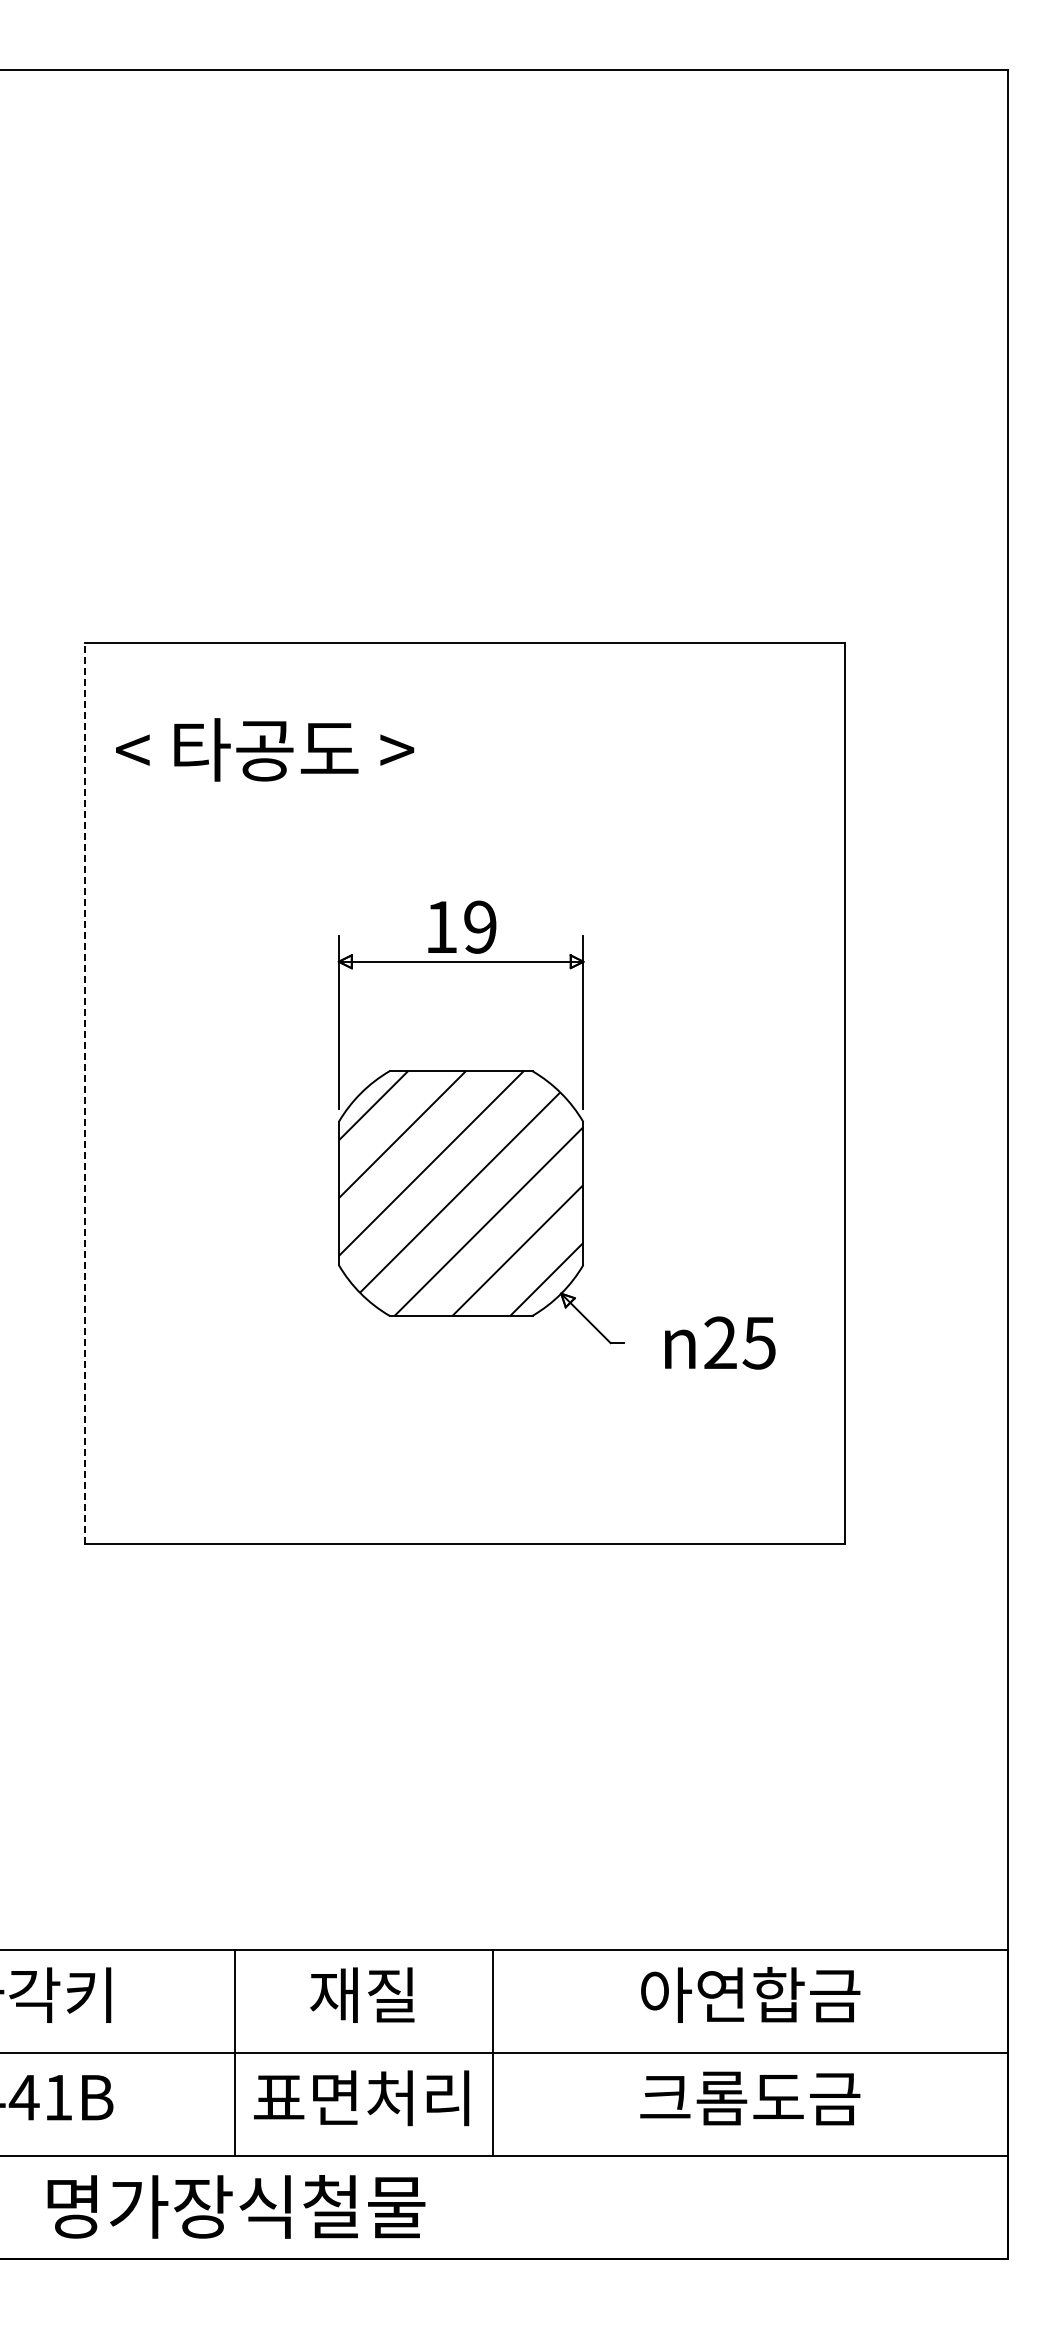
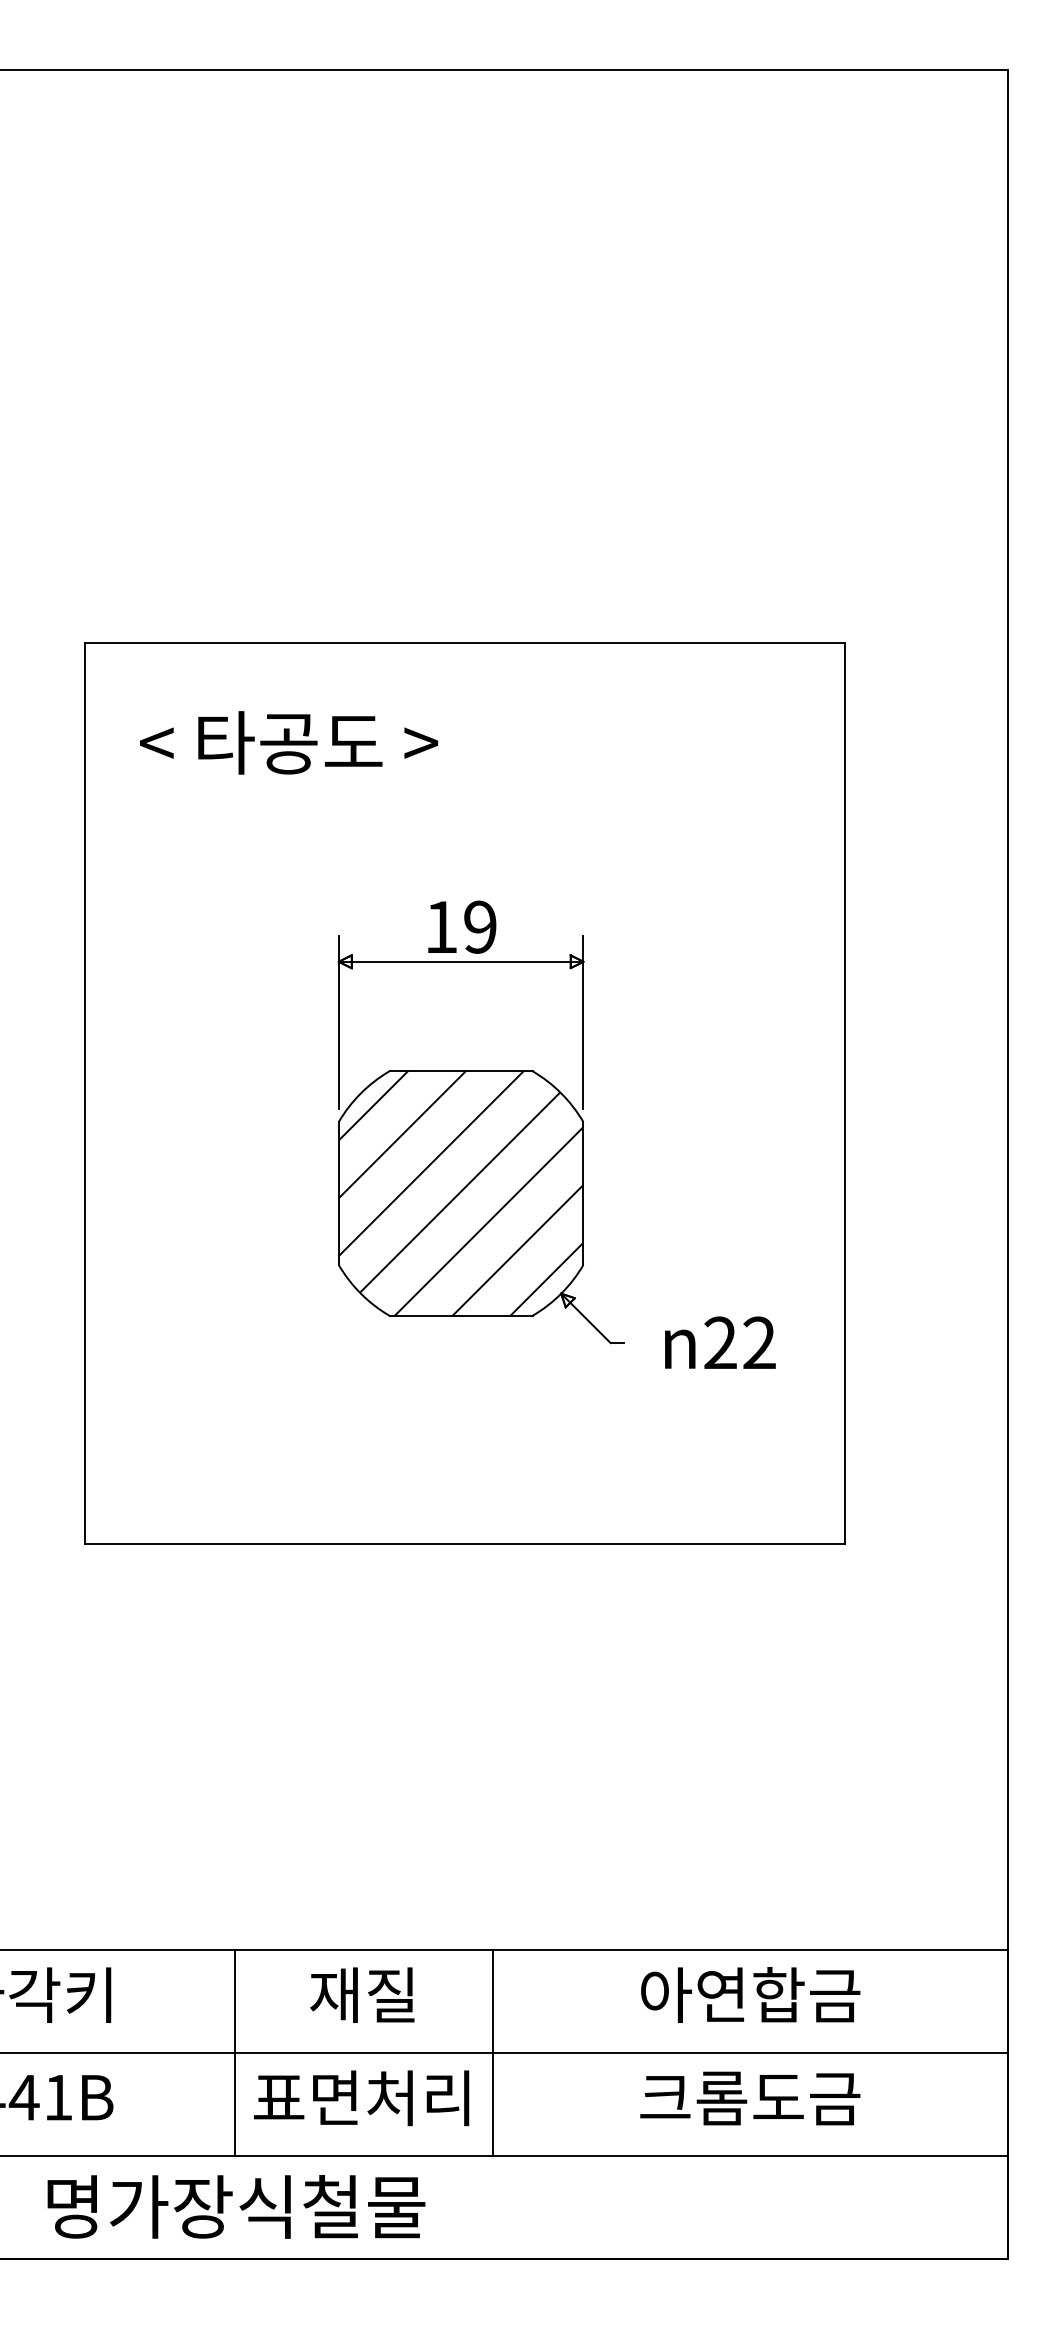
text at (265, 749) position: (265, 749) -> (289, 742)
line at (85, 1093): dashed -> solid
text at (758, 1342): 25 -> 22
